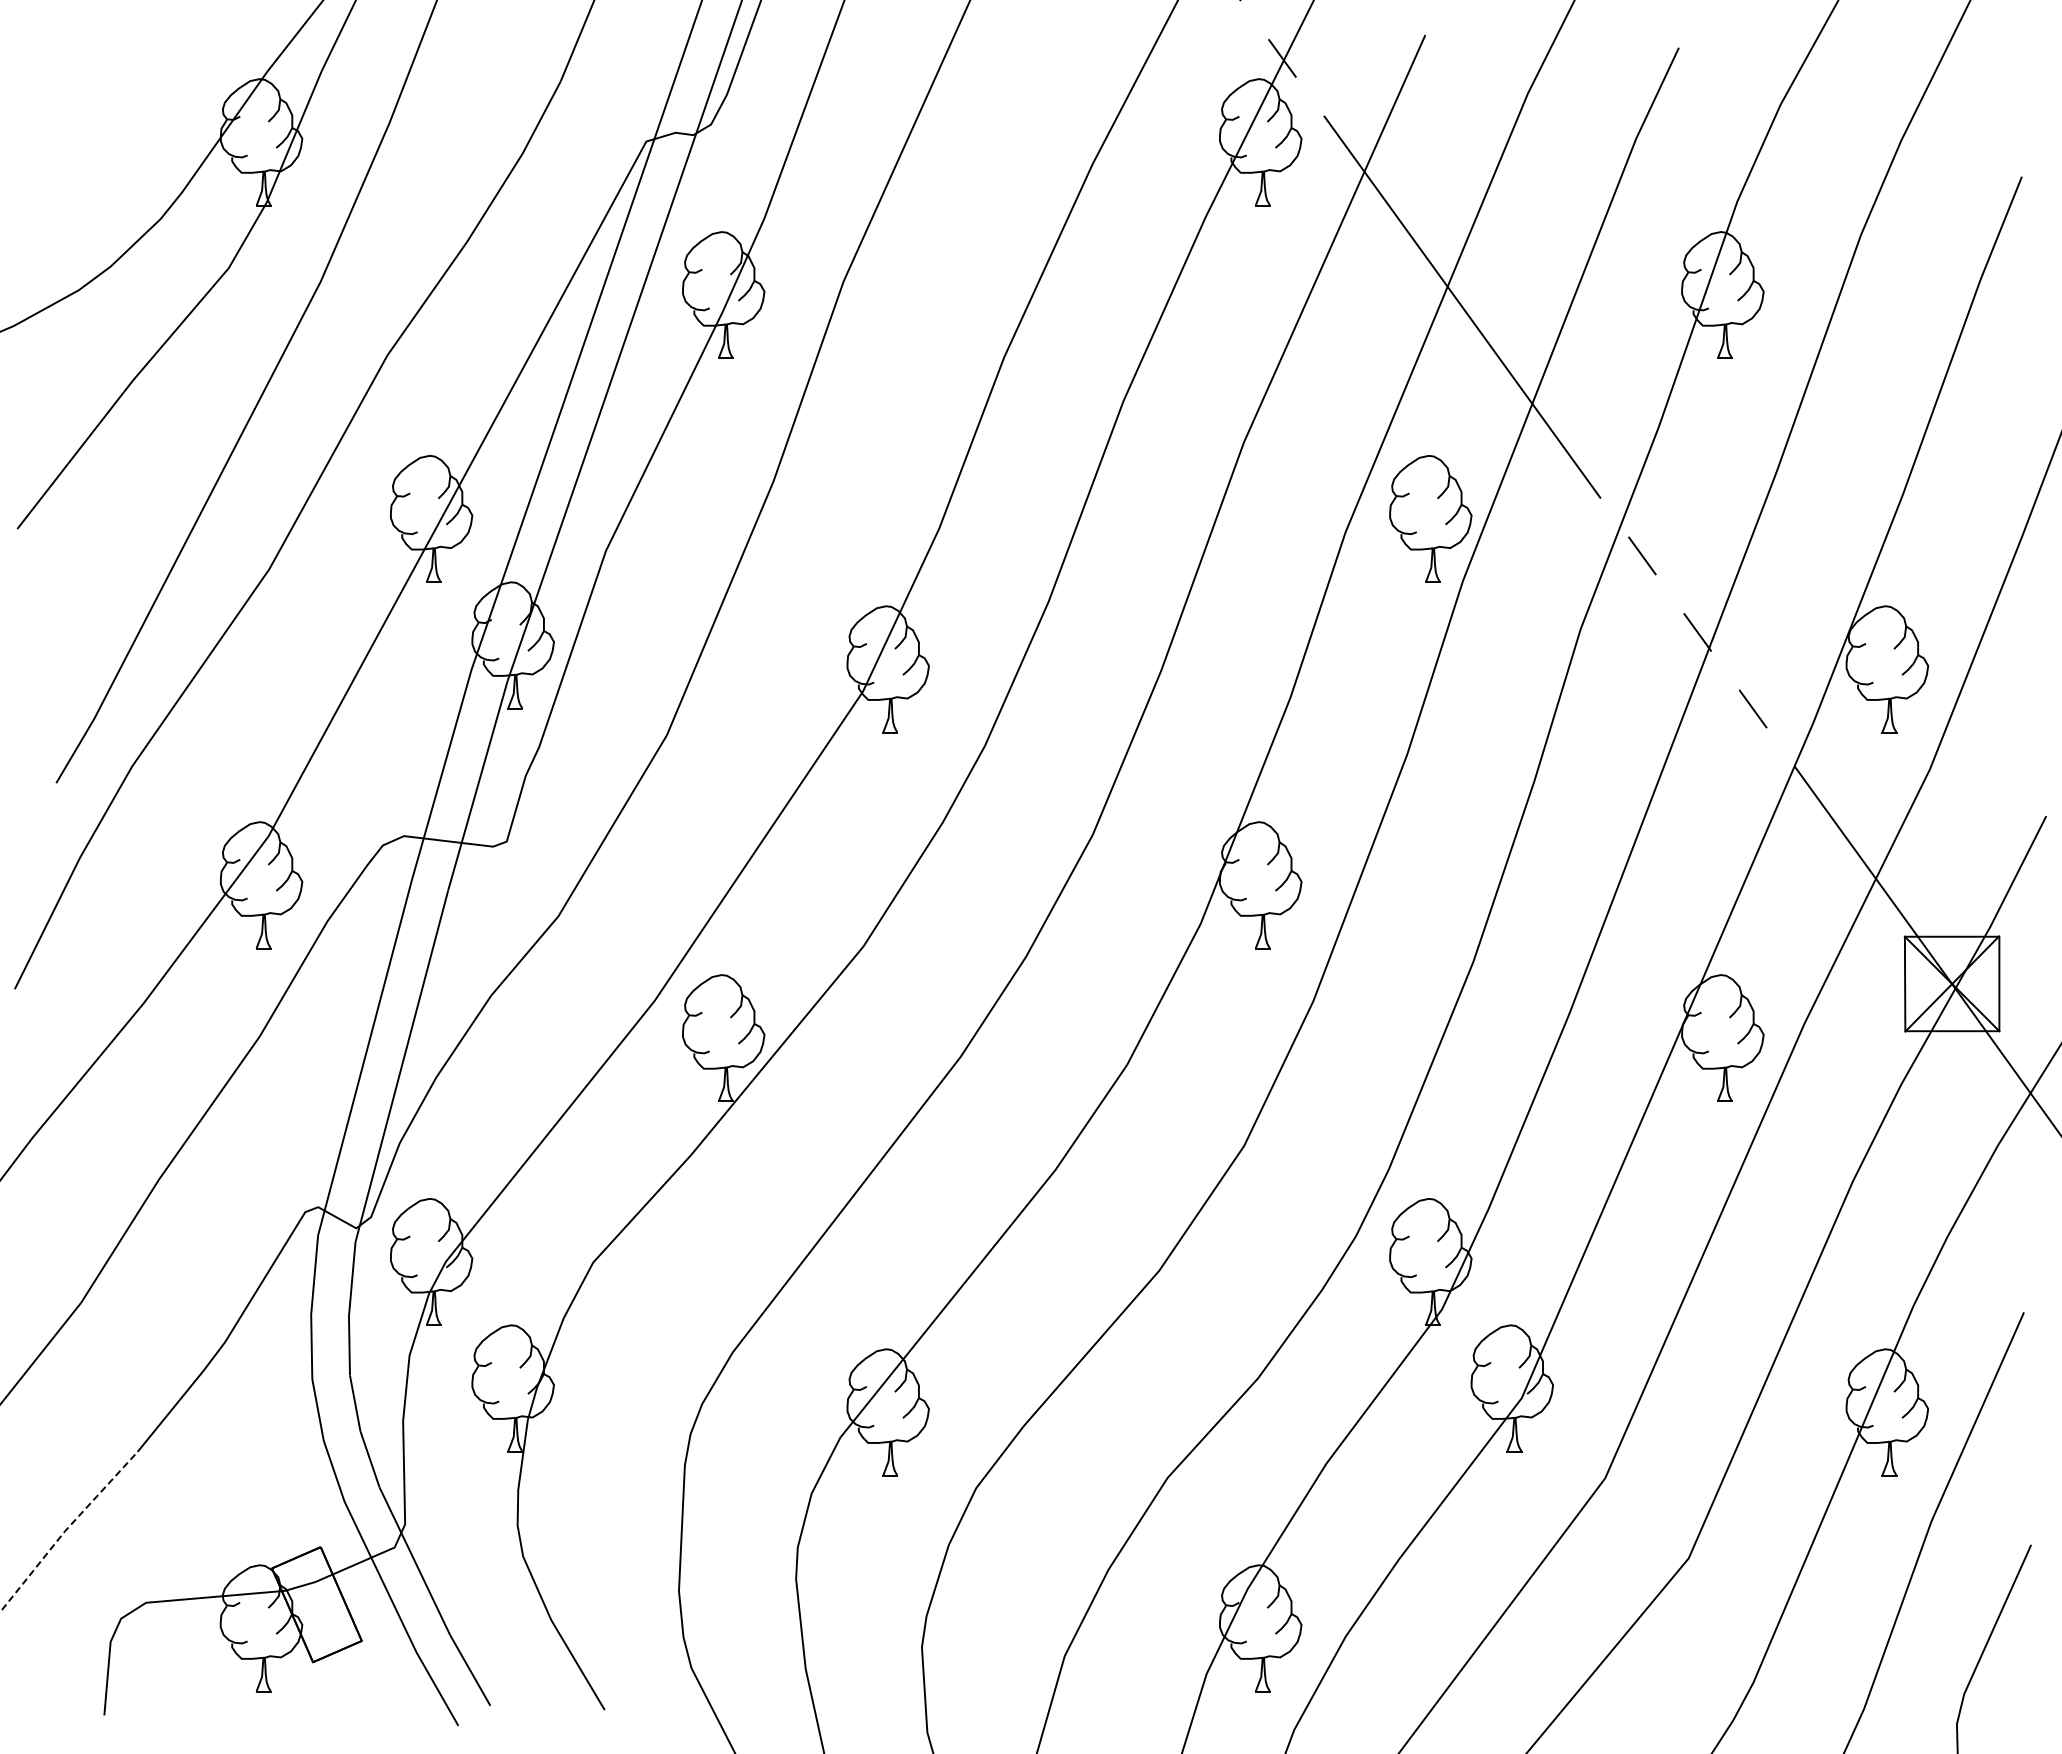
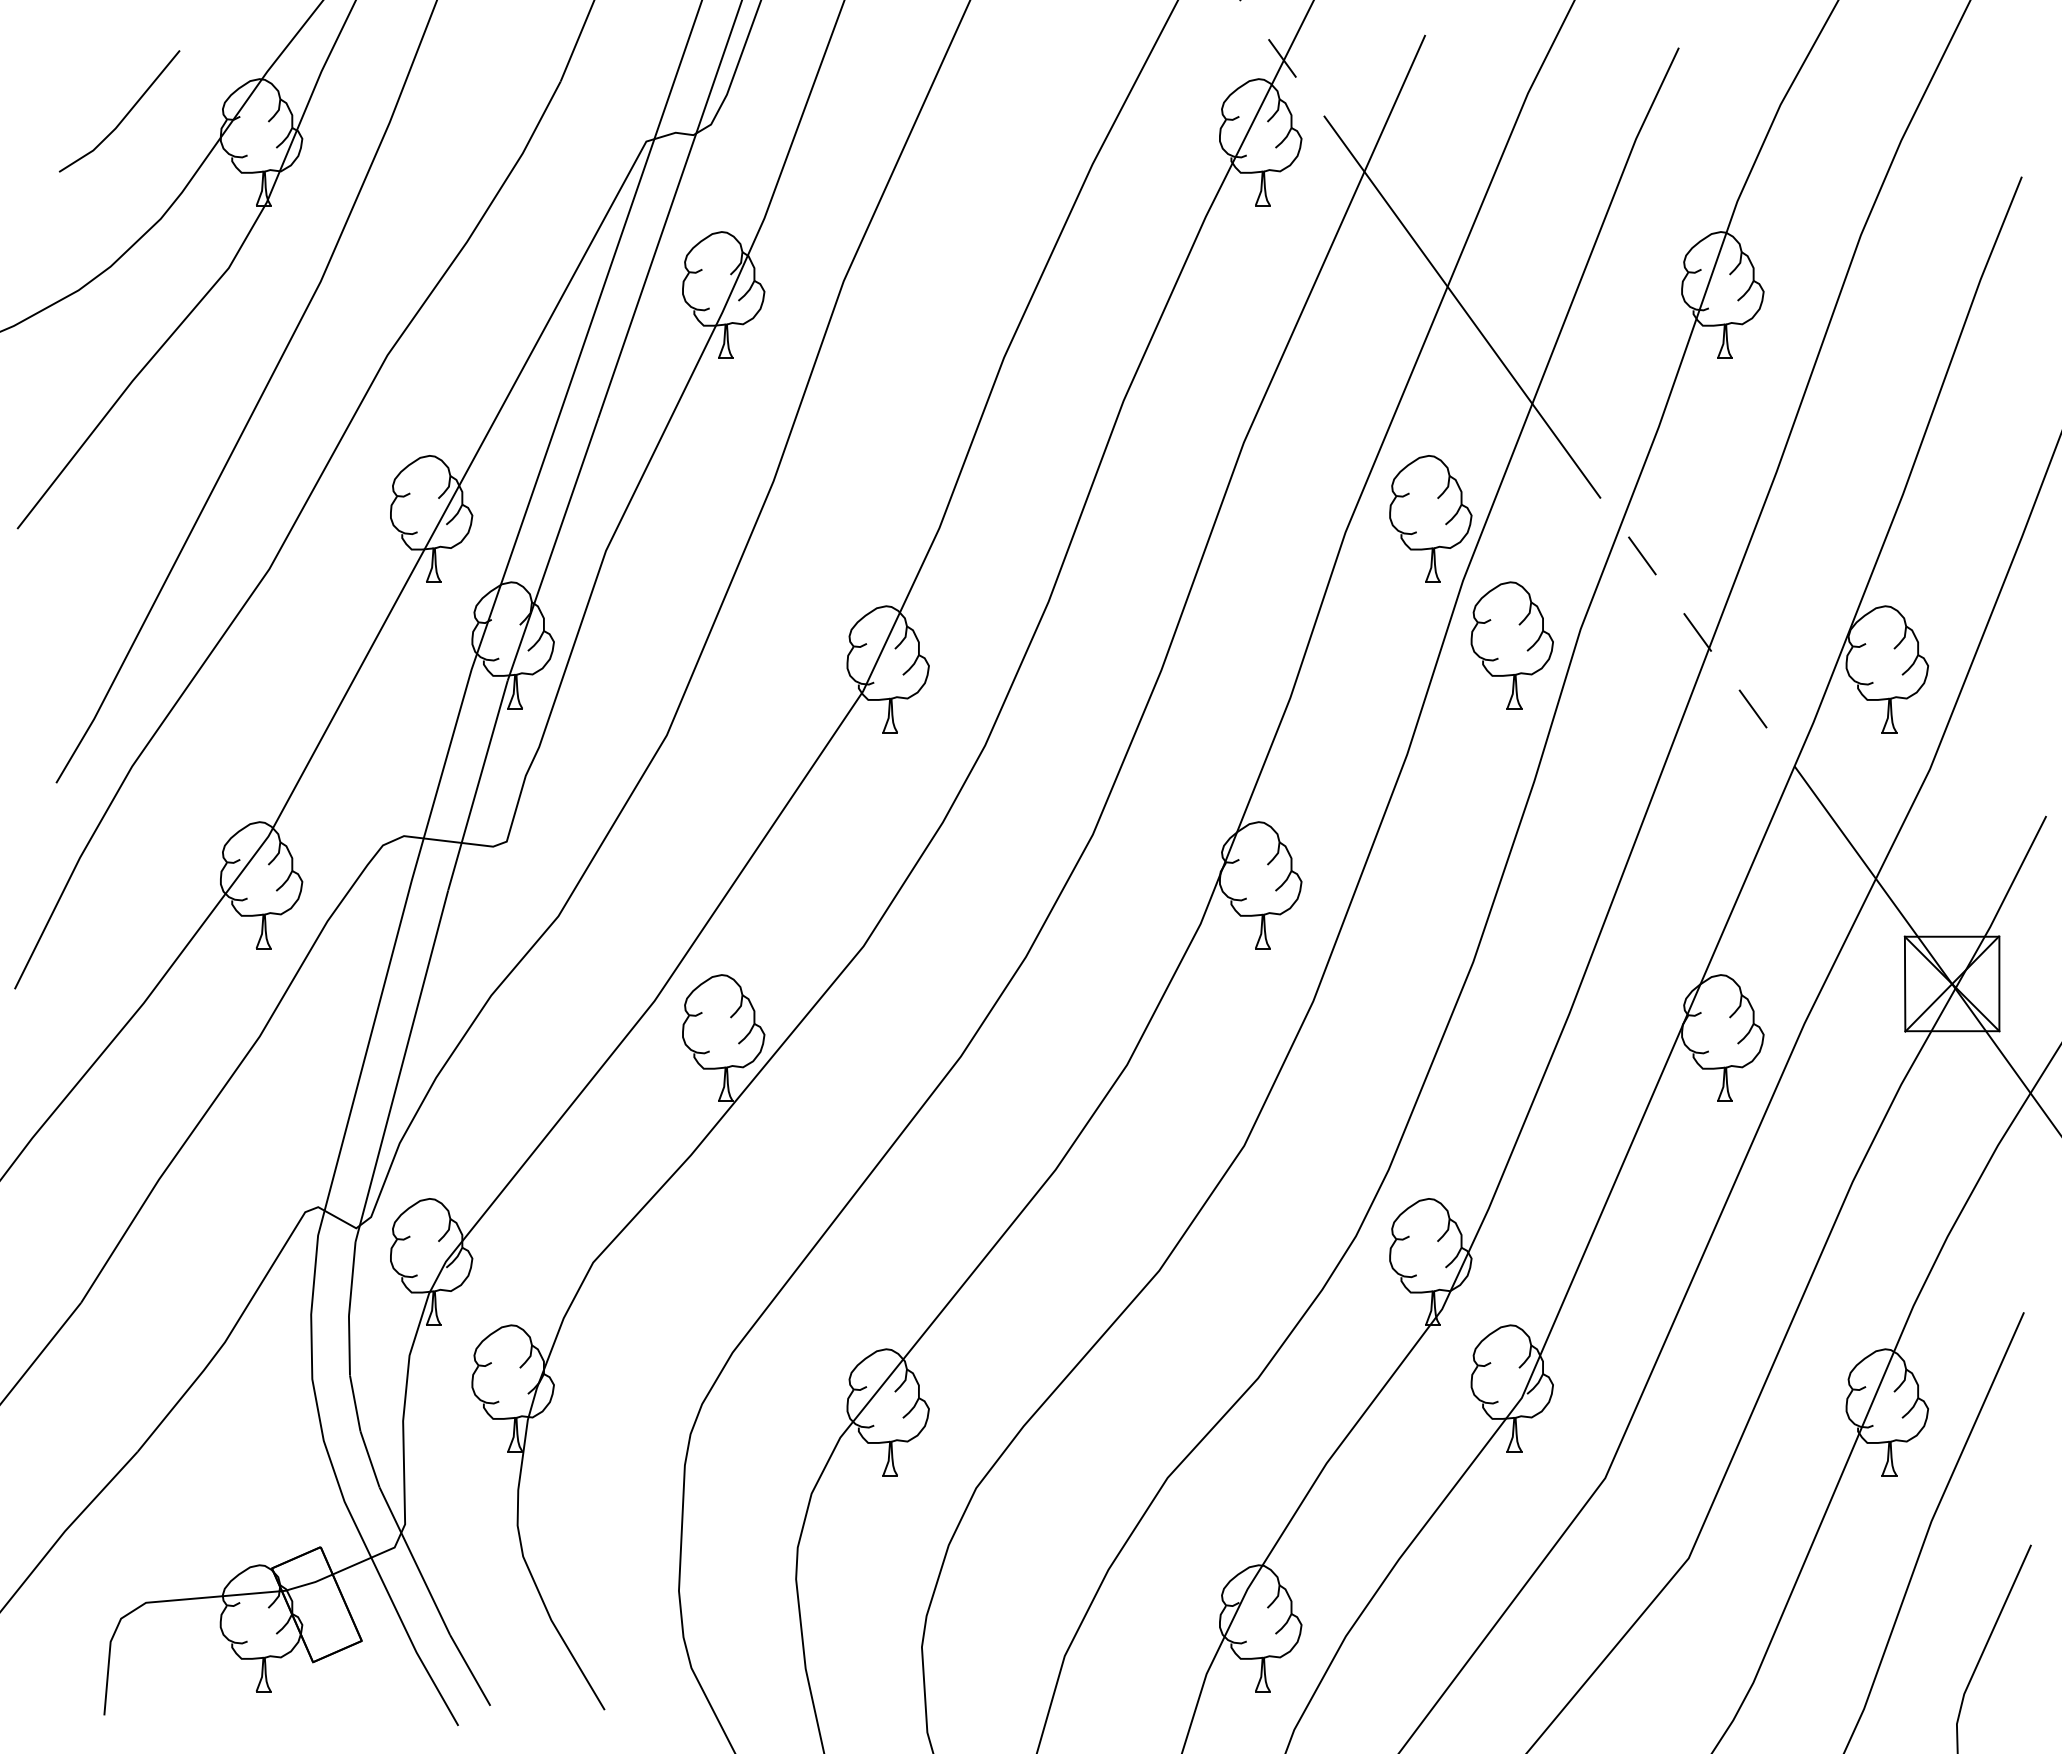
line at (124, 116): none -> present
part at (1511, 645): none -> present
line at (66, 1529): dashed -> solid
